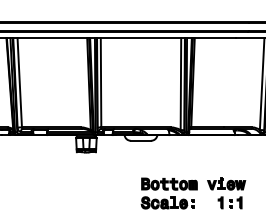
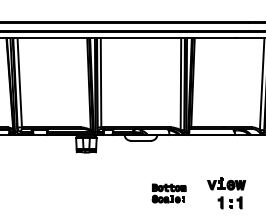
part at (168, 193) size: 58x33 px -> 36x21 px
